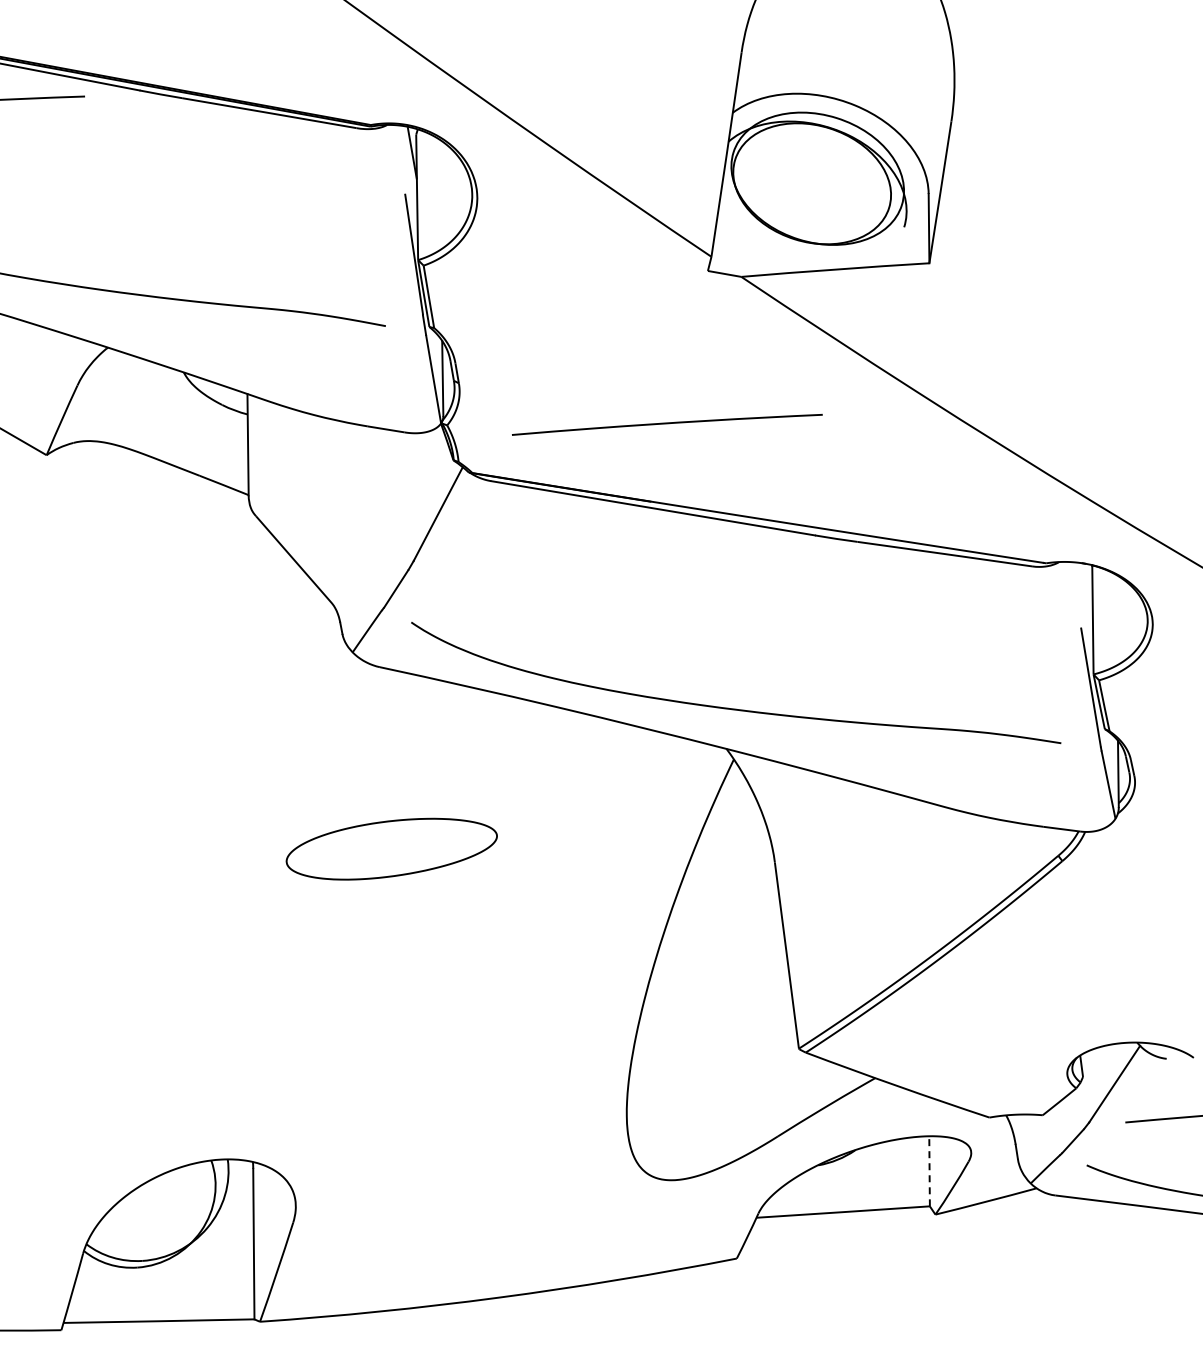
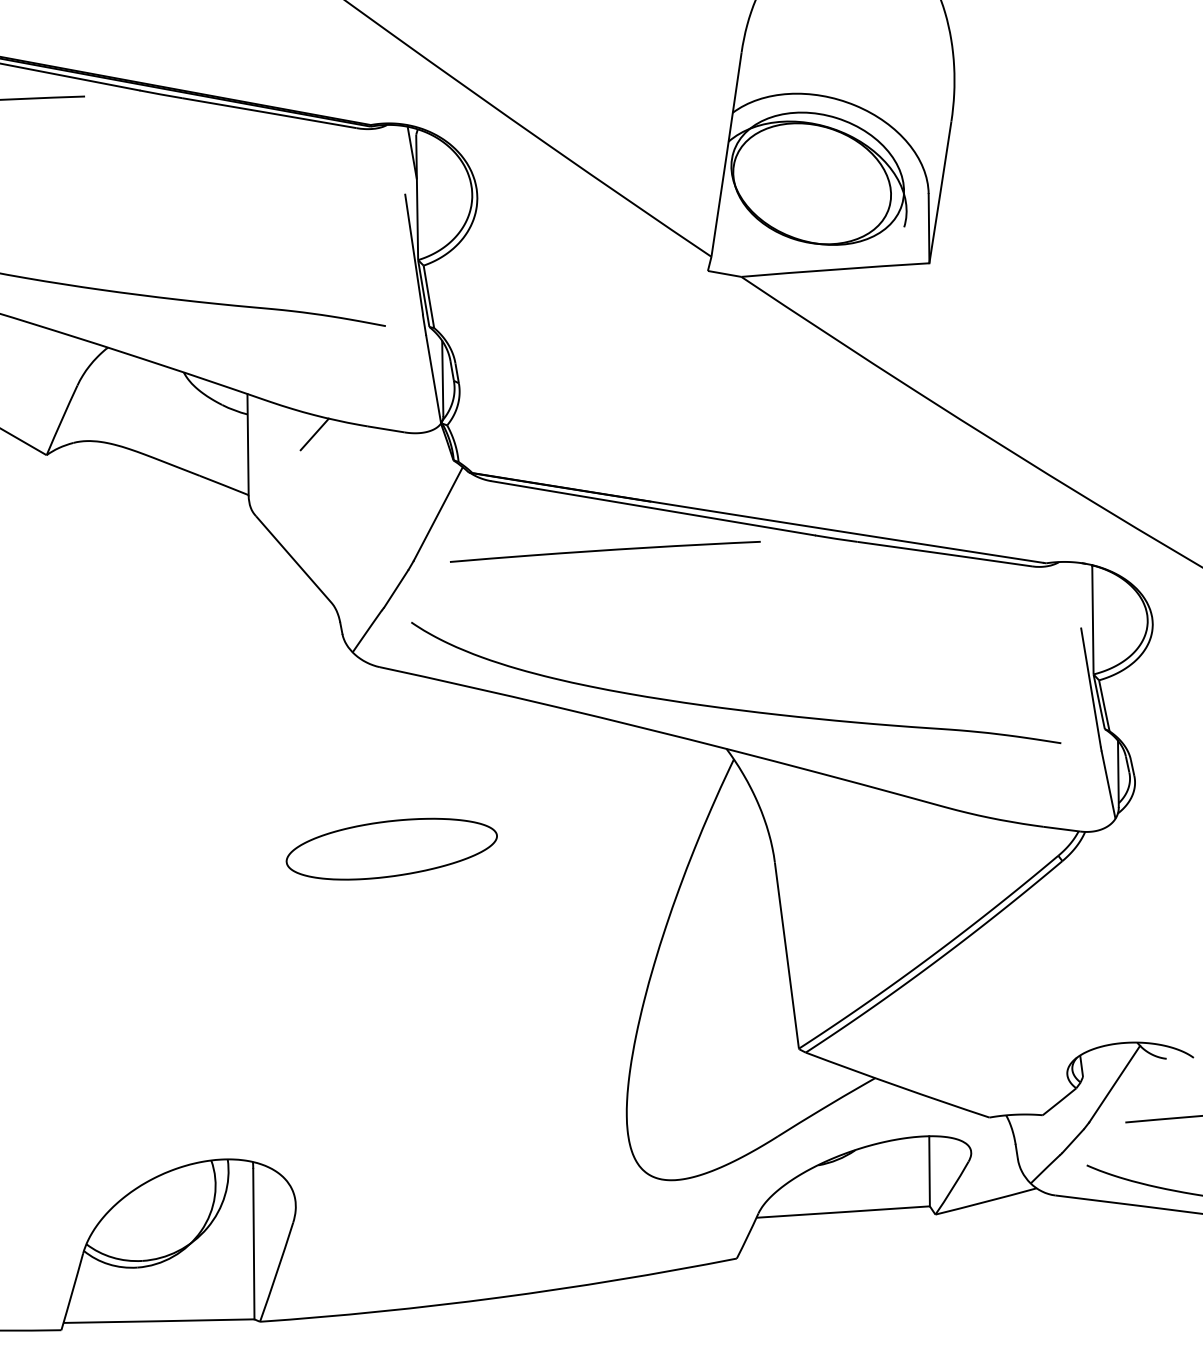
curve at (667, 424) position: (667, 424) -> (605, 551)
line at (314, 434): none -> present
line at (929, 1170): dashed -> solid
